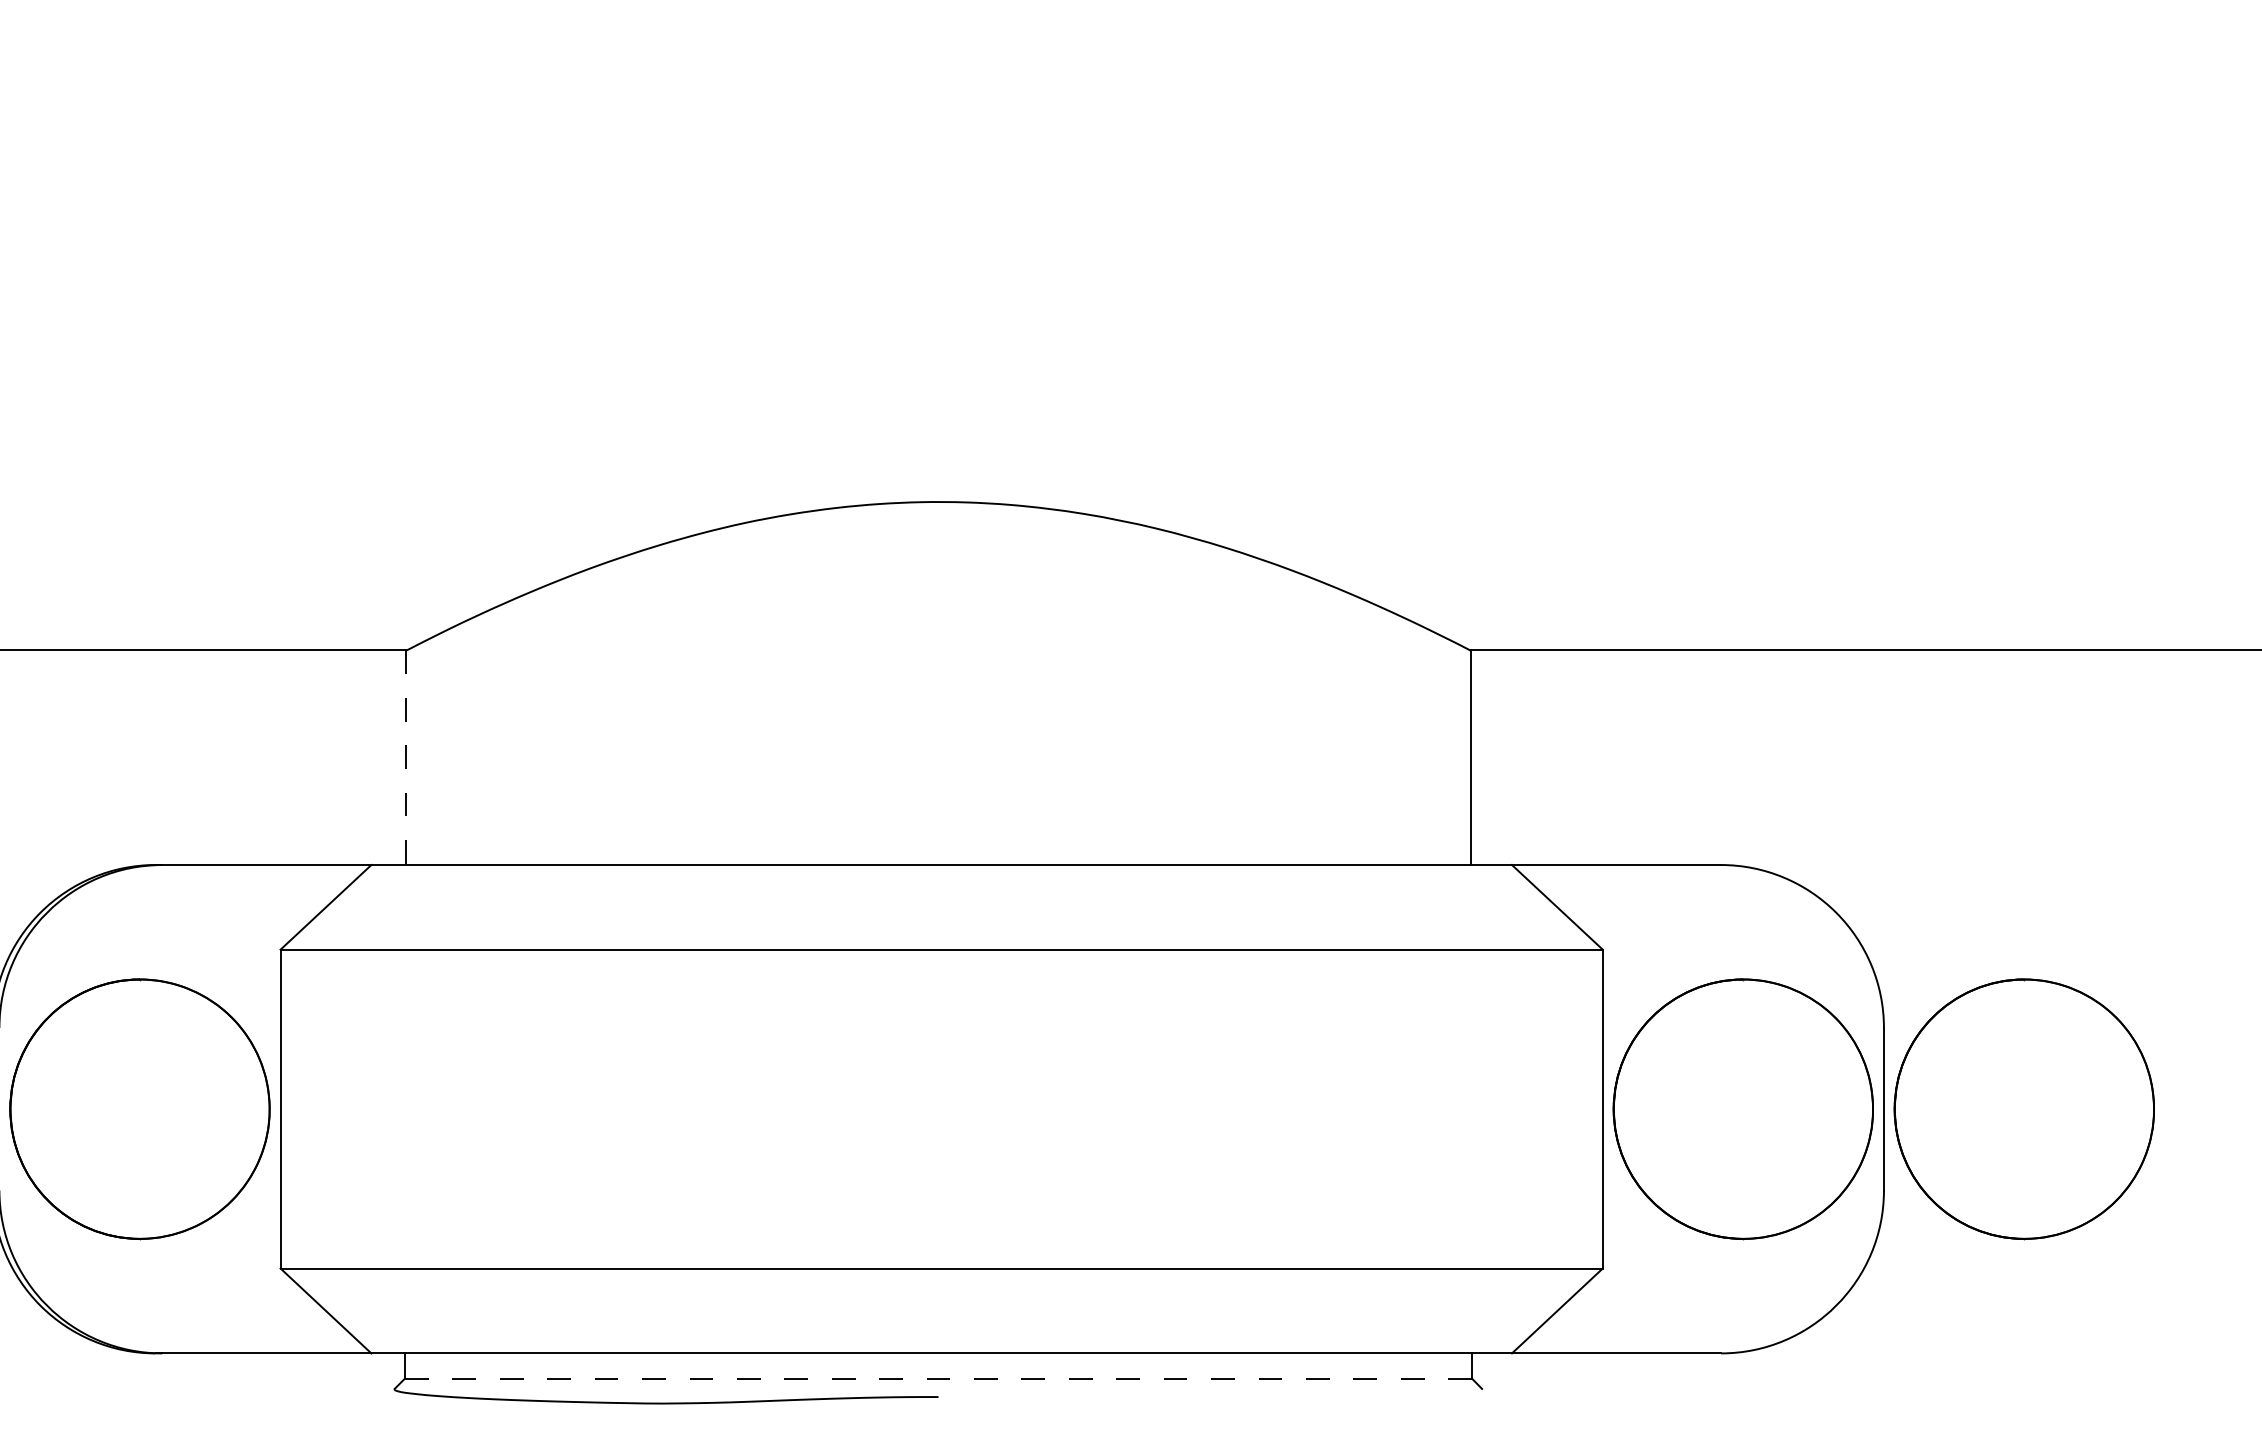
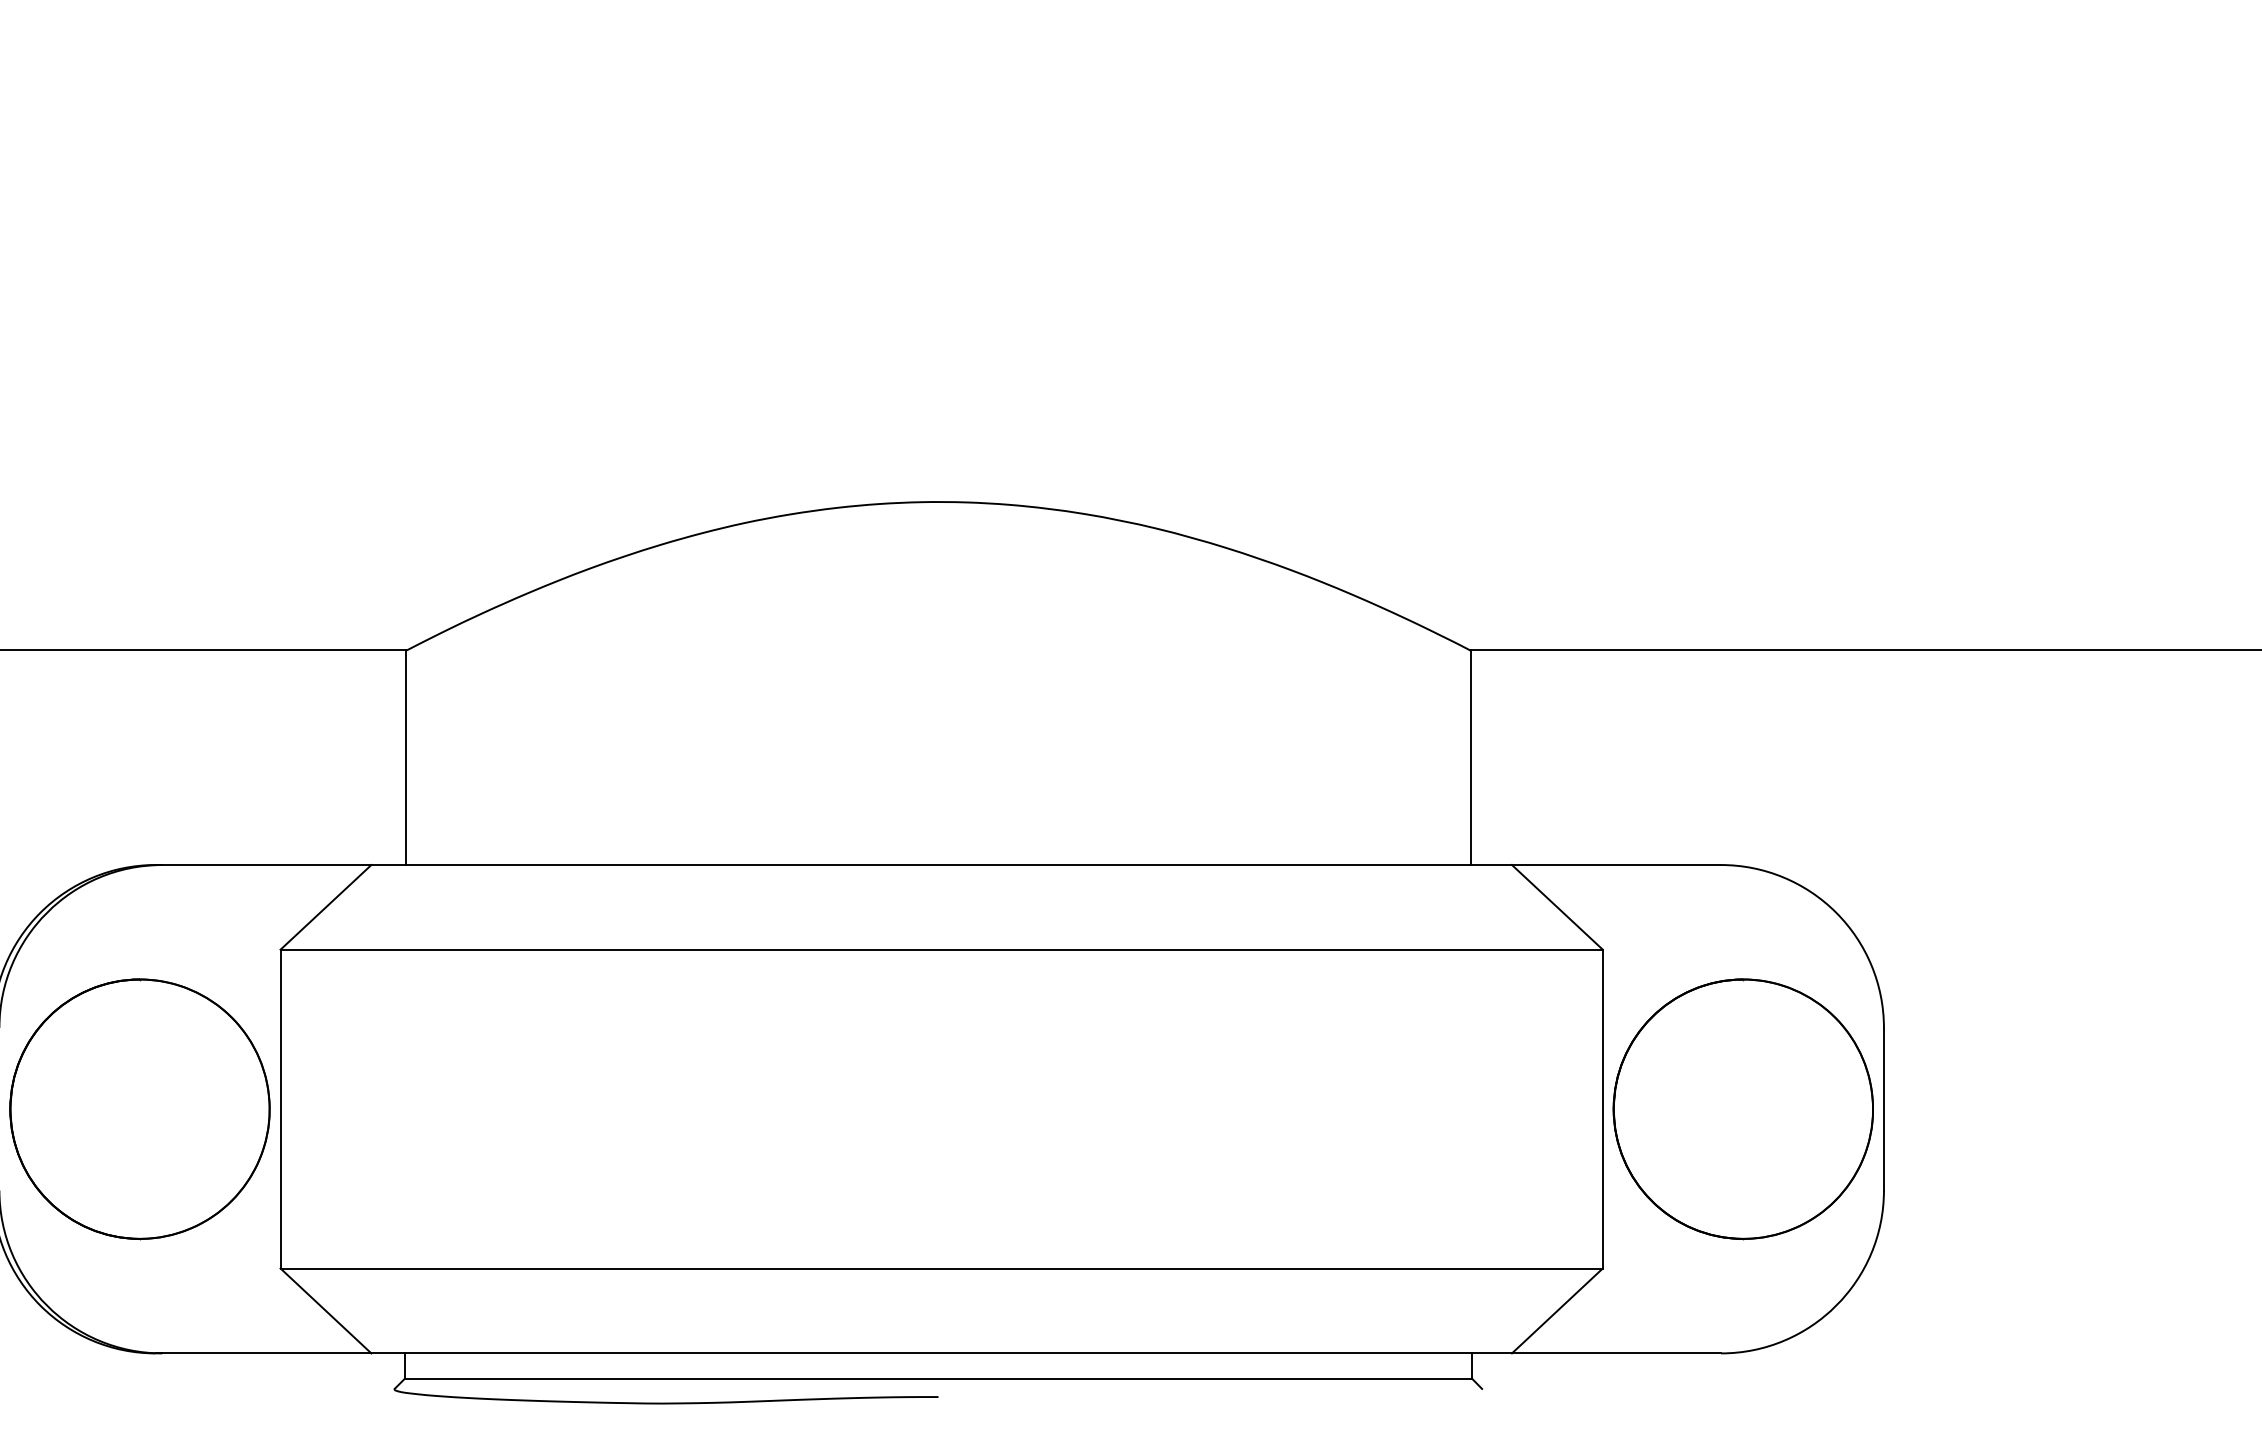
line at (406, 758): dashed -> solid
part at (2023, 1109): present -> none
line at (938, 1378): dashed -> solid
